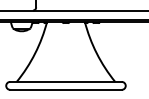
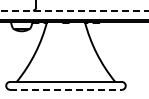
line at (74, 10): solid -> dashed
line at (65, 89): solid -> dashed
